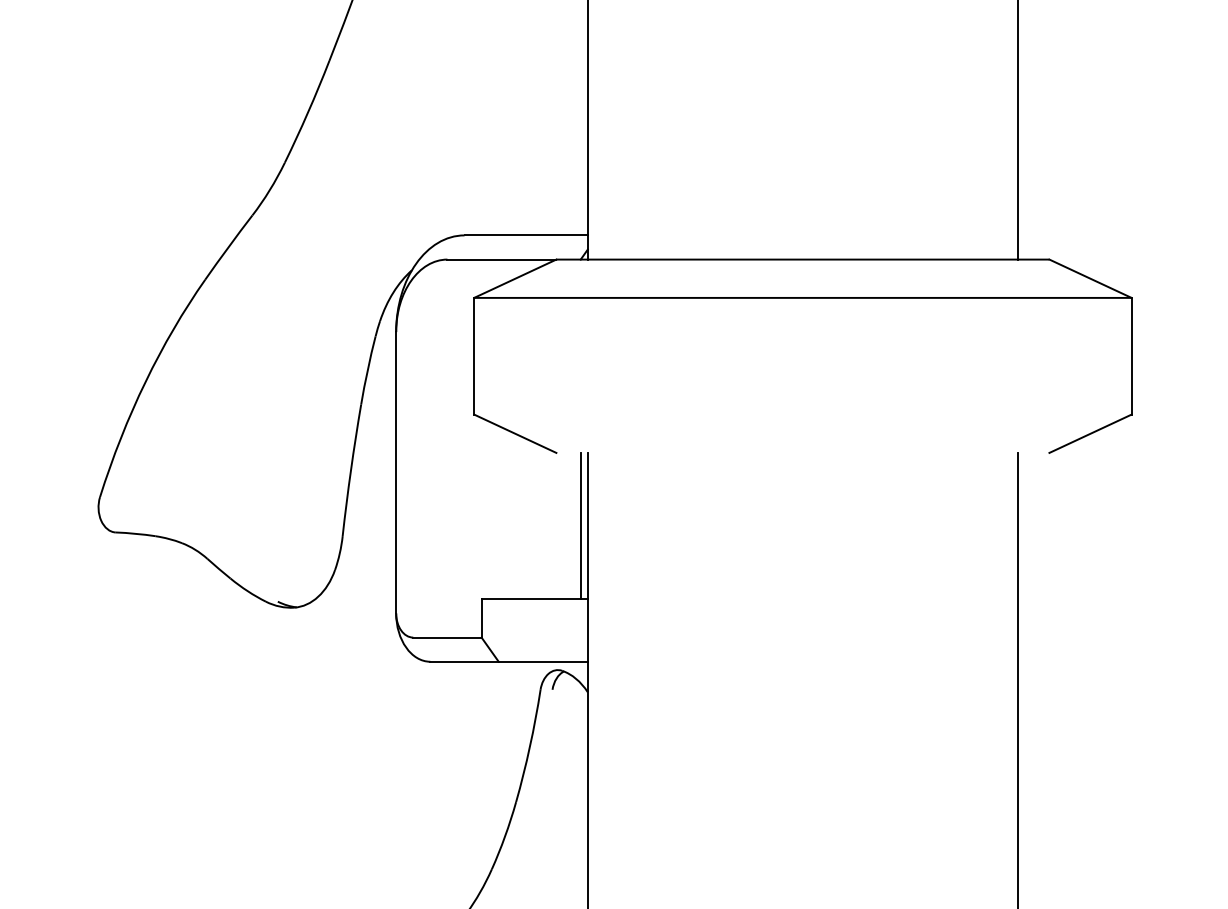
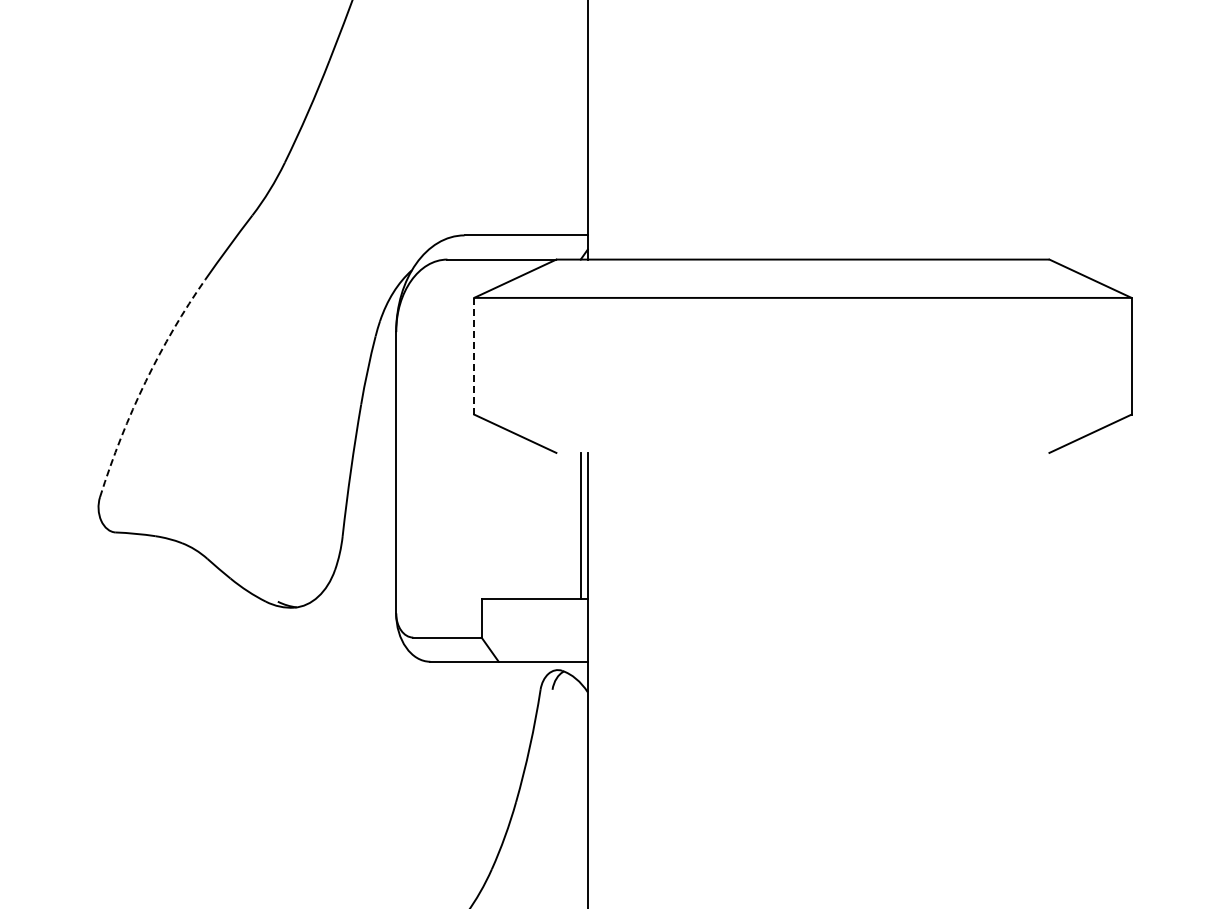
line at (1018, 130): present -> none
line at (474, 356): solid -> dashed
arc at (144, 383): solid -> dashed
line at (1018, 678): present -> none
